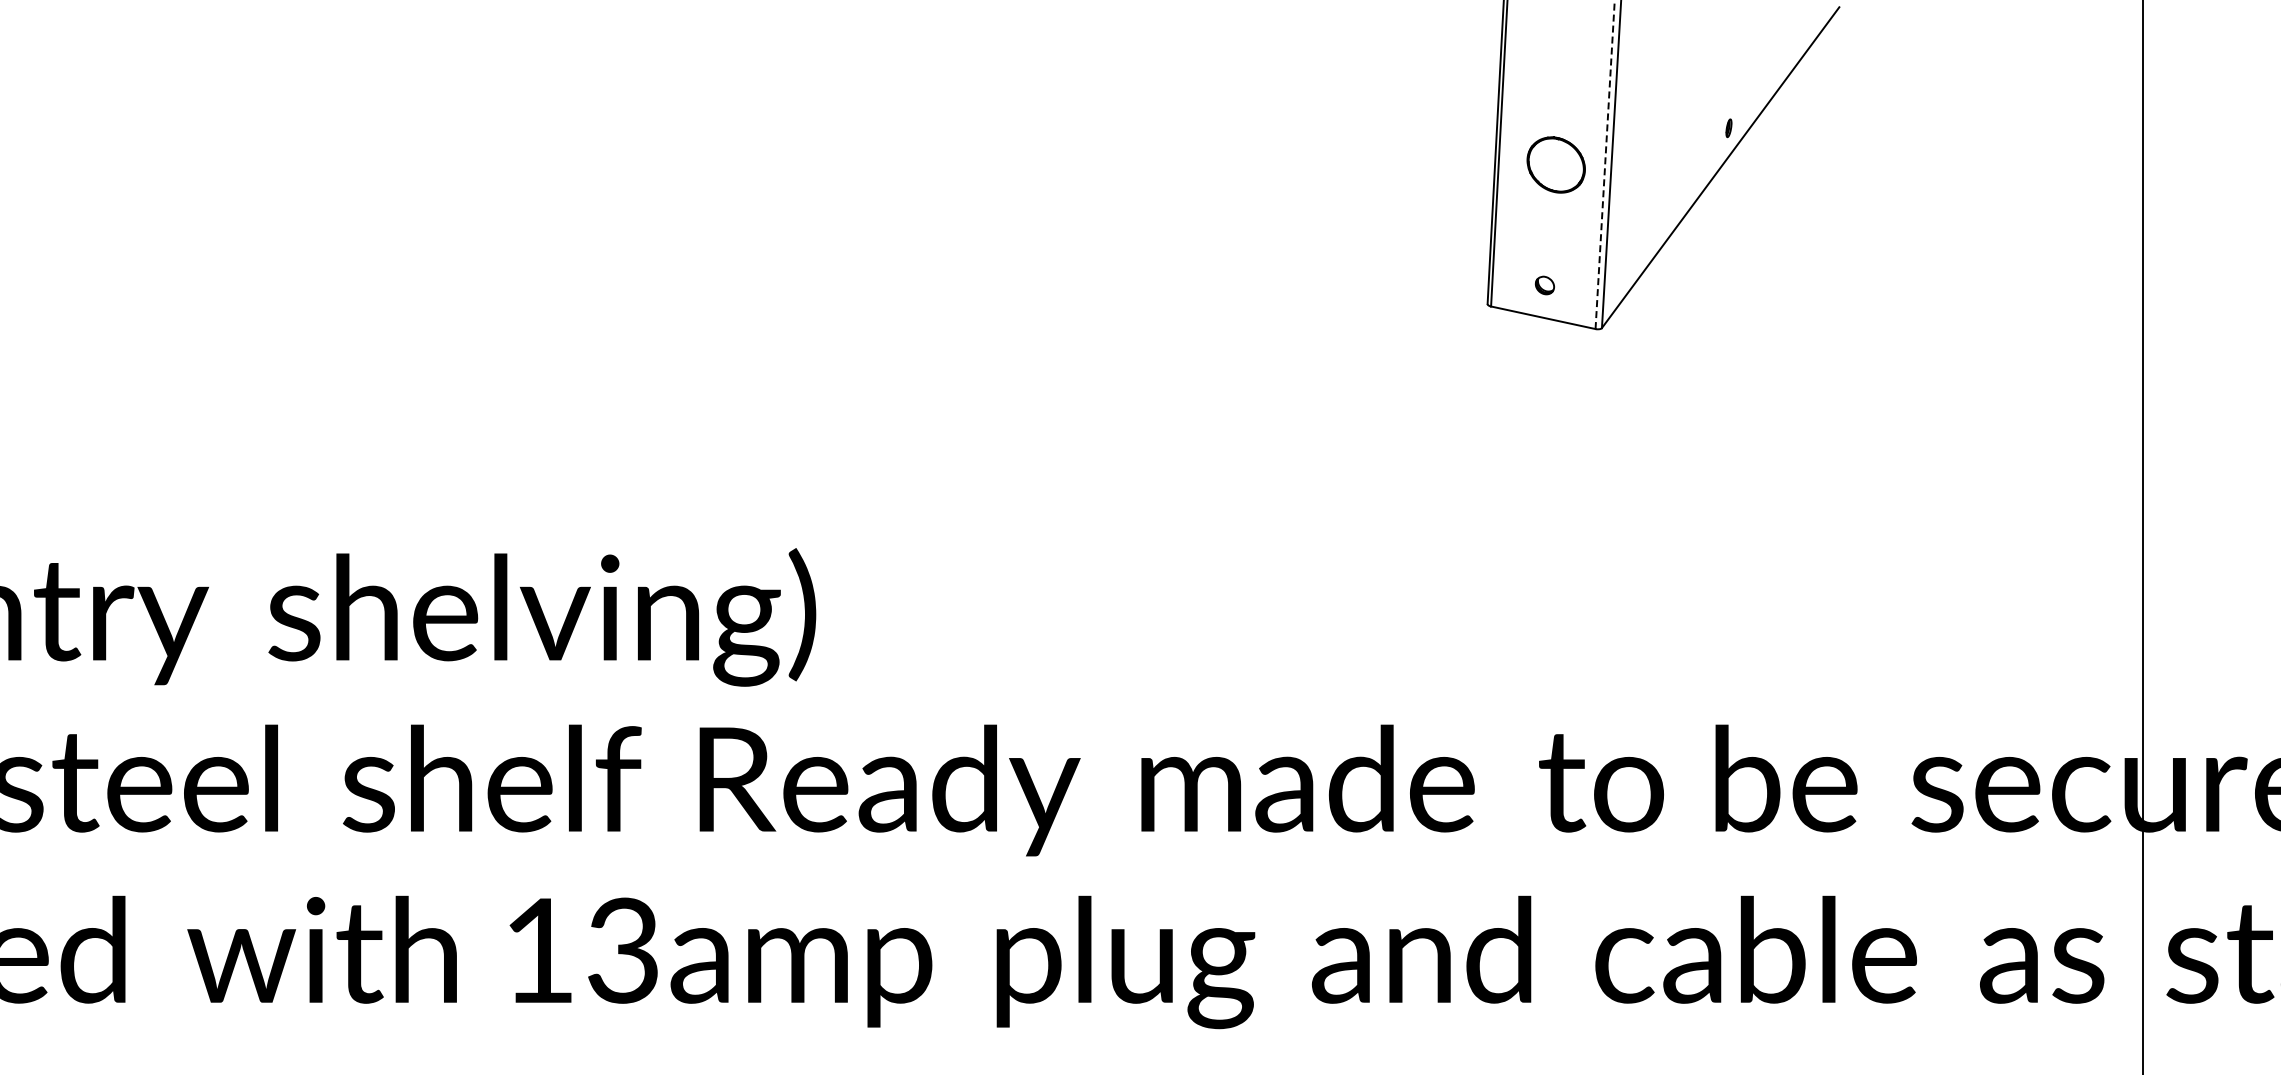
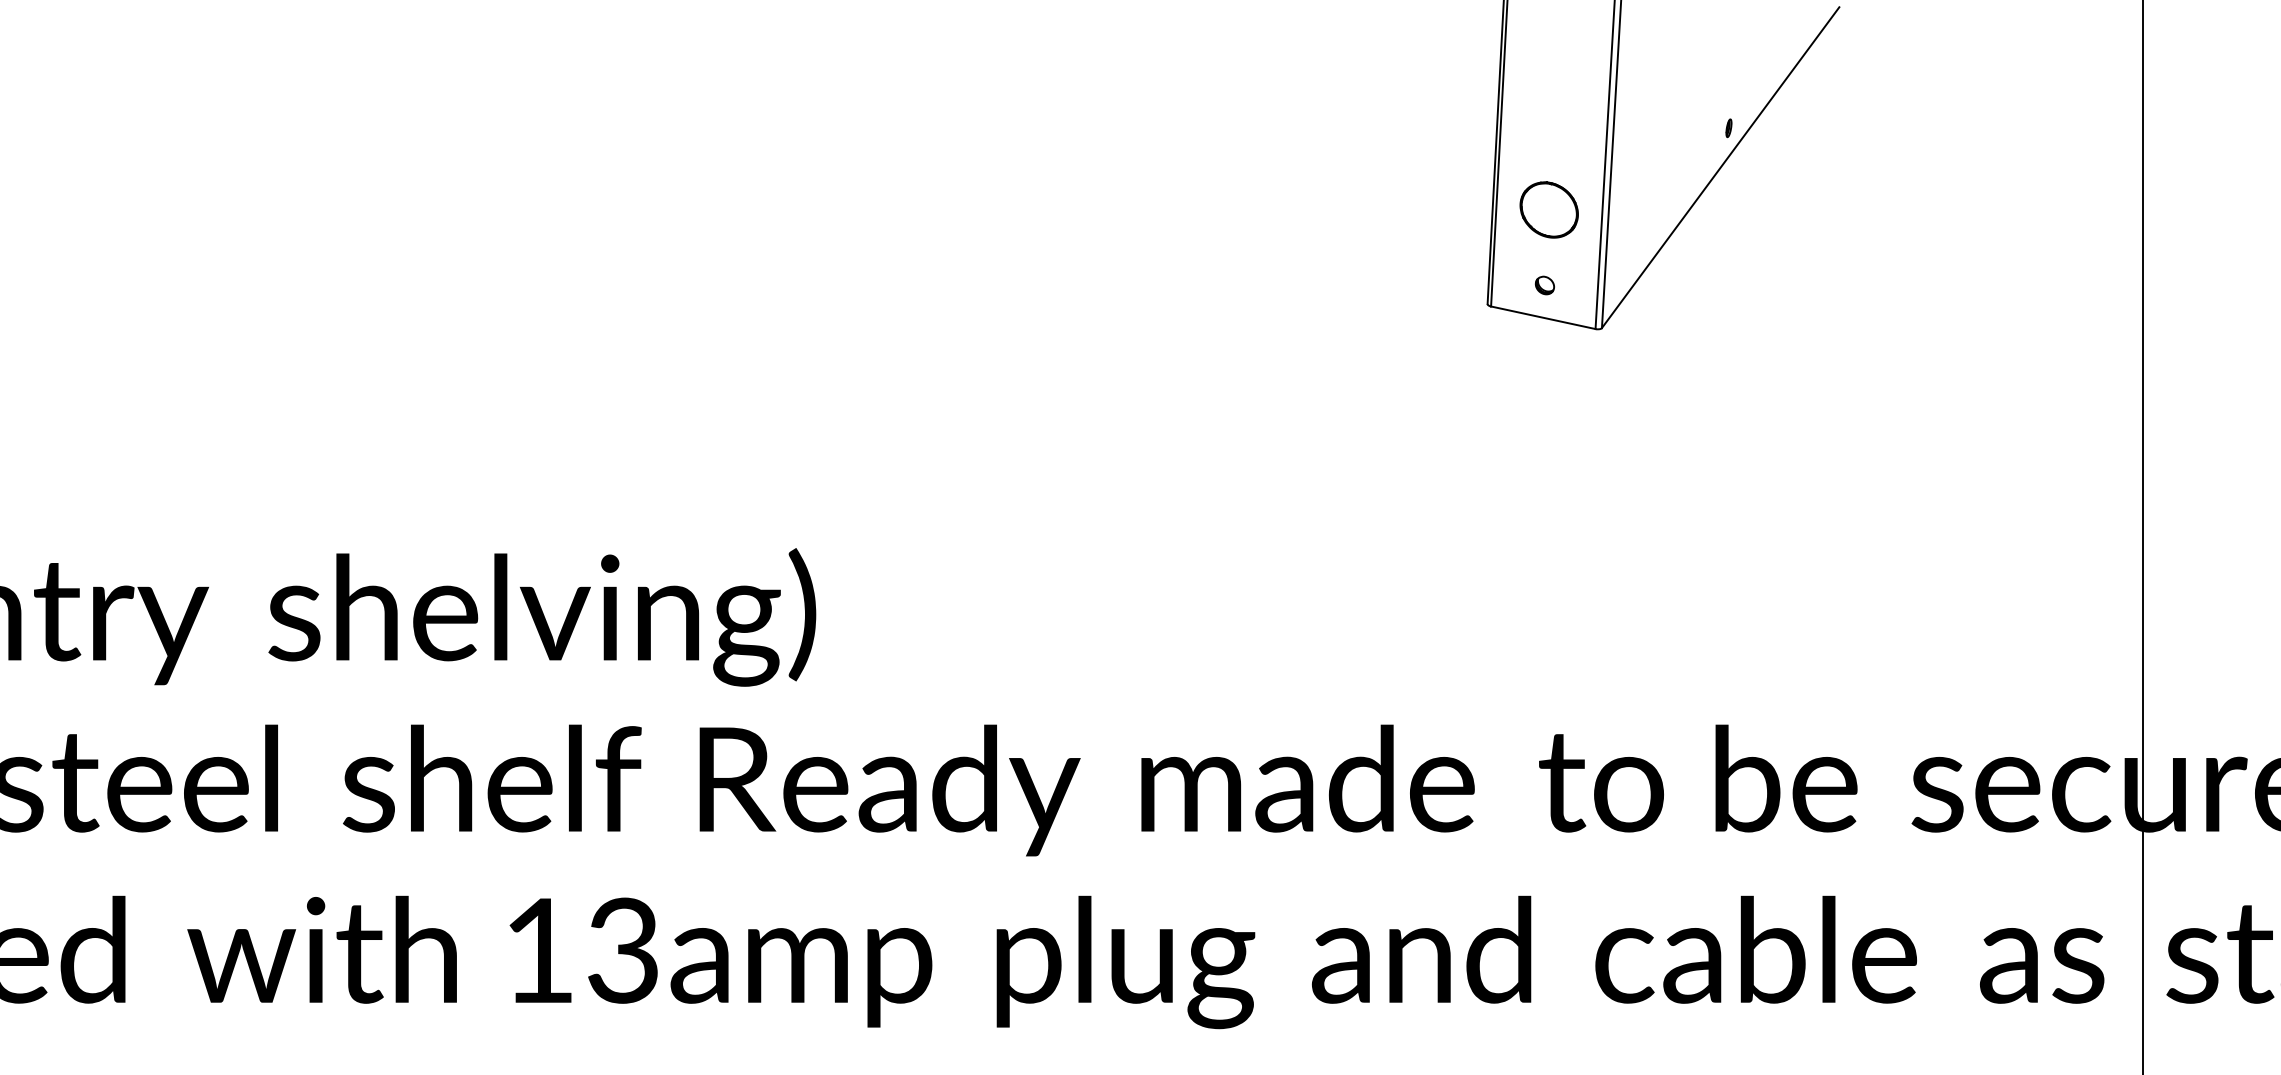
part at (1555, 164) position: (1555, 164) -> (1548, 209)
line at (1605, 164): dashed -> solid
